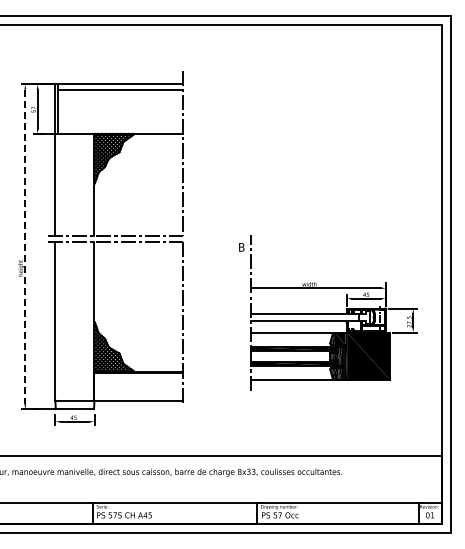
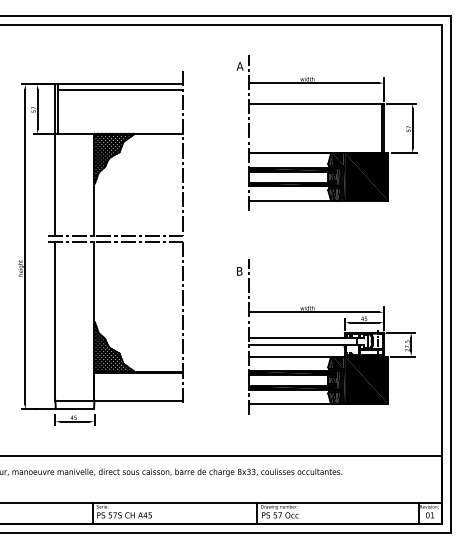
part at (326, 152): none -> present
line at (25, 247): dashed -> solid
part at (328, 312) position: (328, 312) -> (326, 336)
